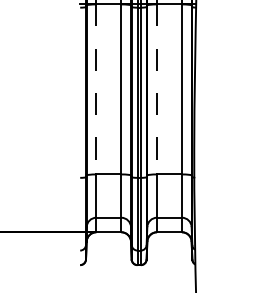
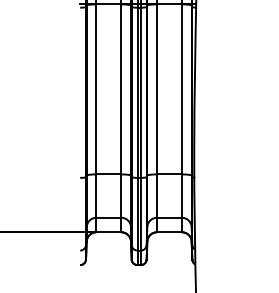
line at (96, 89): dashed -> solid
line at (157, 89): dashed -> solid
